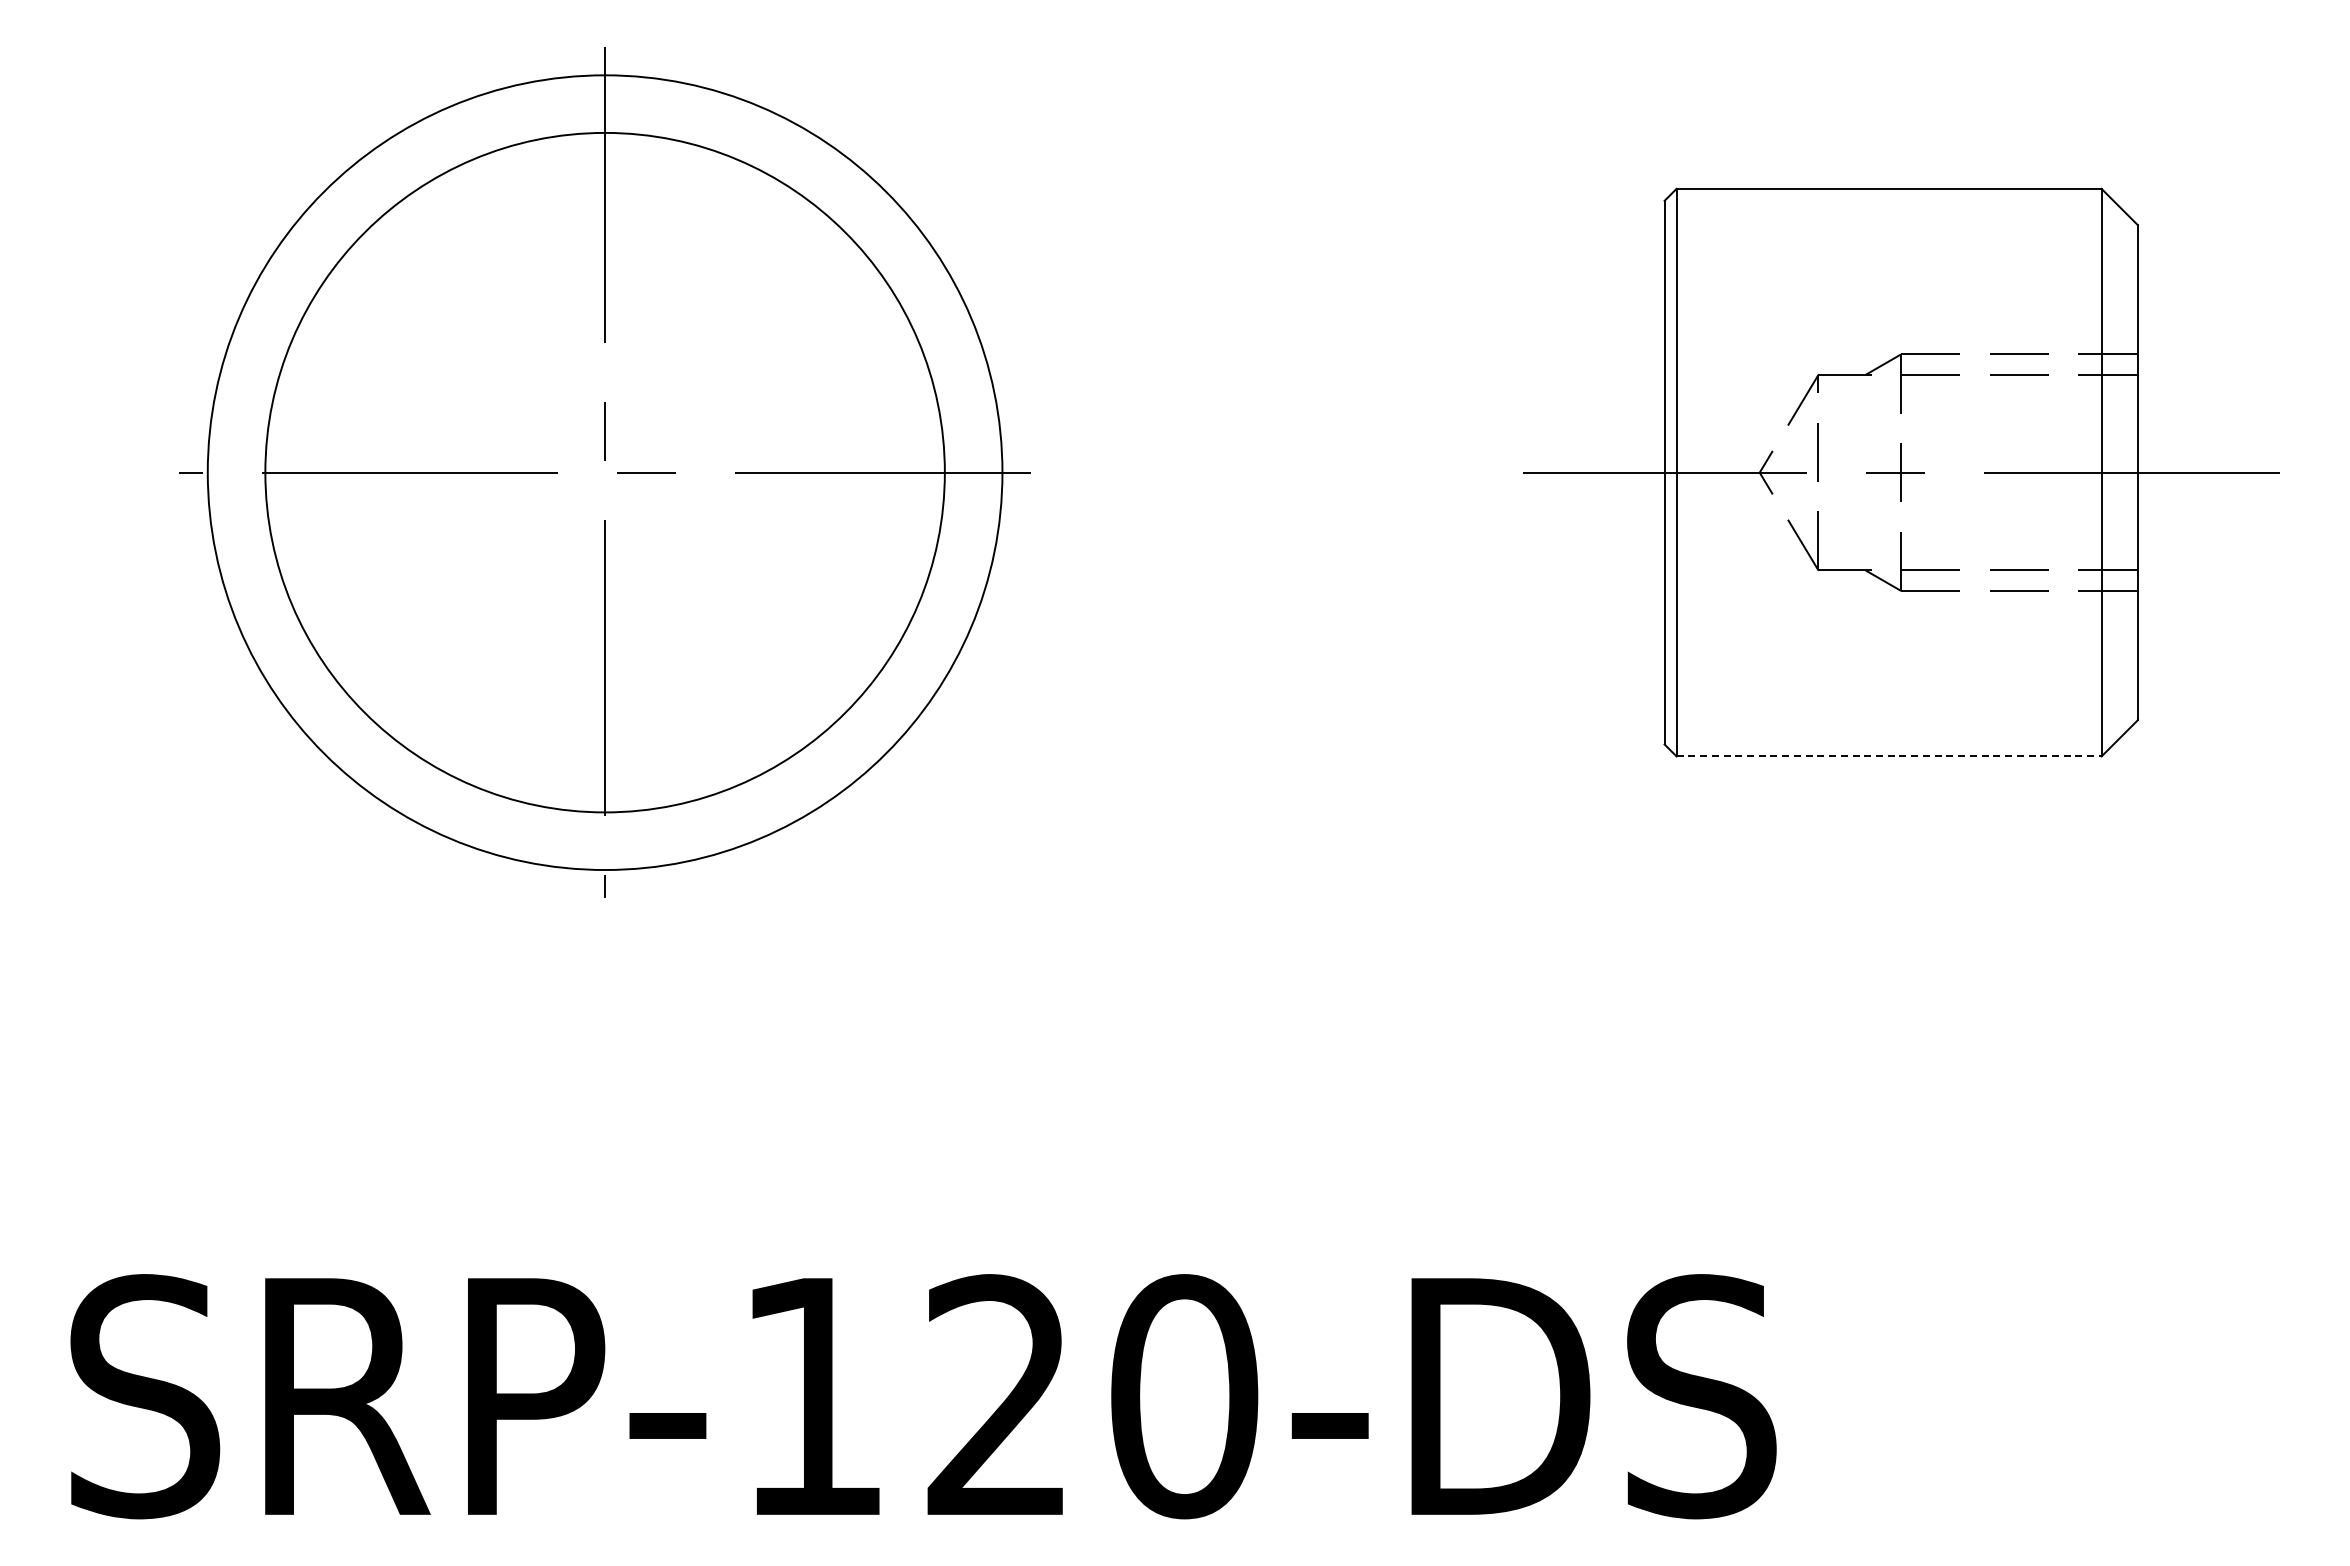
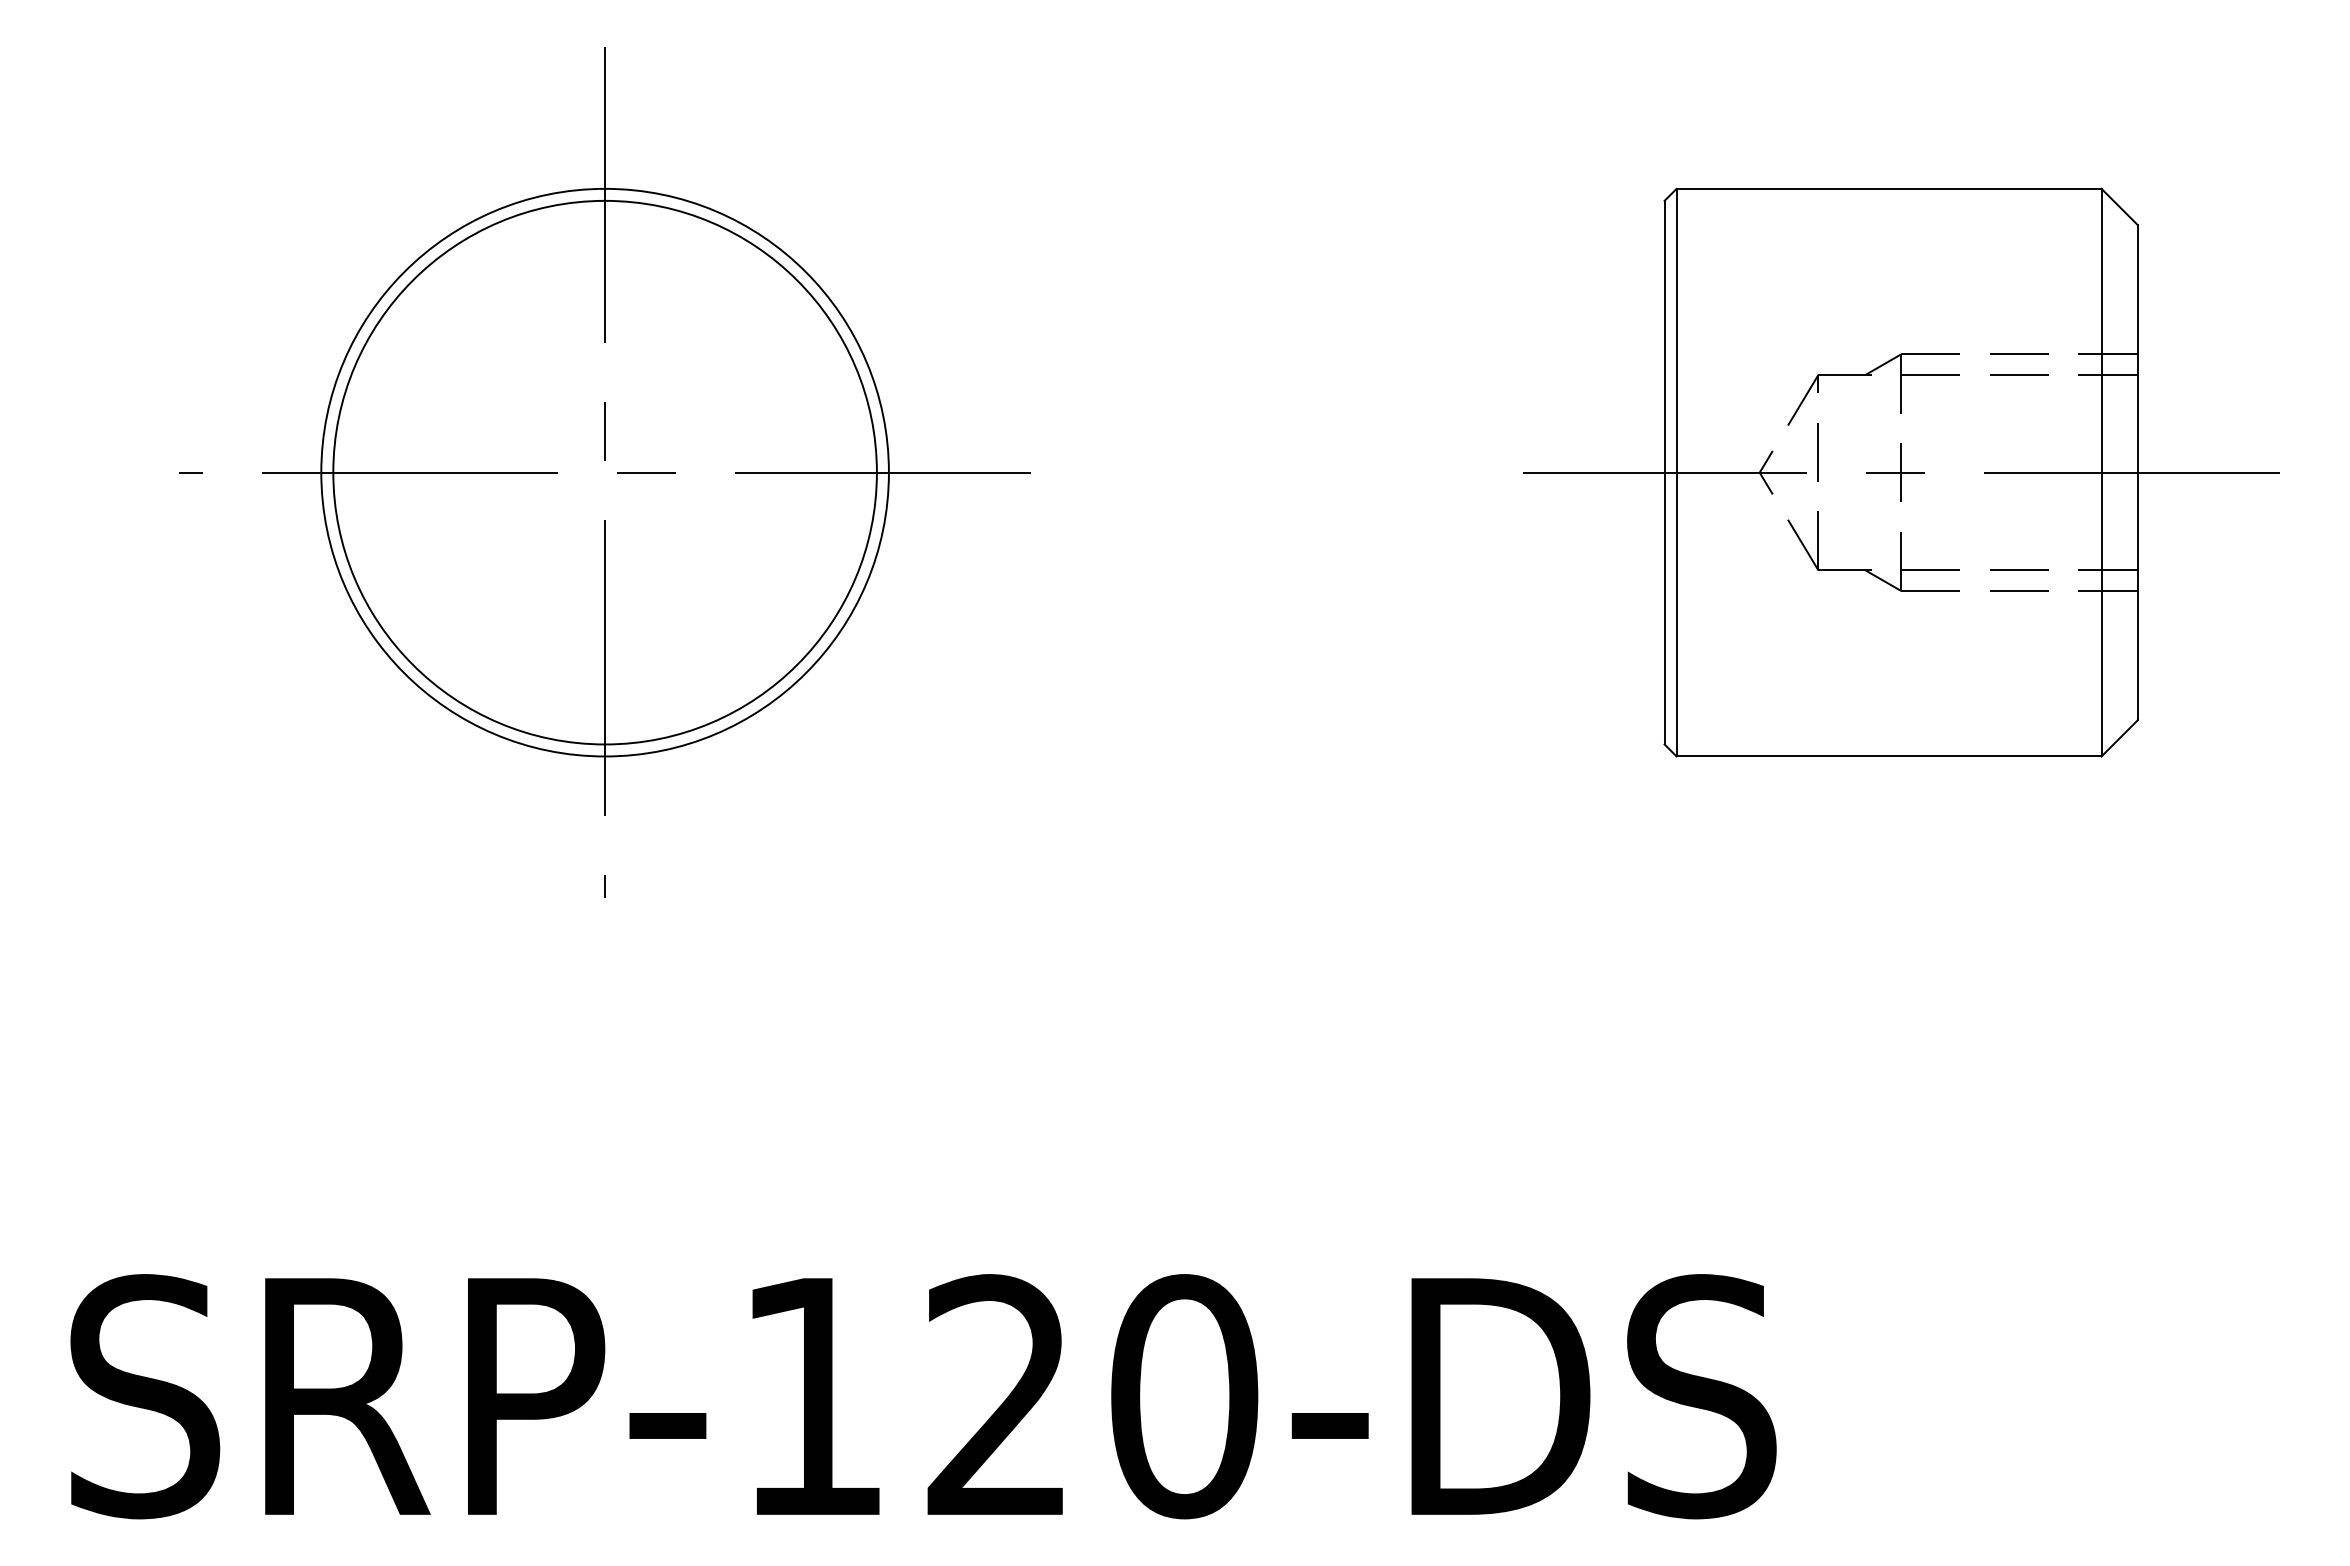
circle at (604, 472) diameter: 679 px -> 544 px
circle at (604, 472) diameter: 795 px -> 568 px
line at (1889, 756): dashed -> solid
